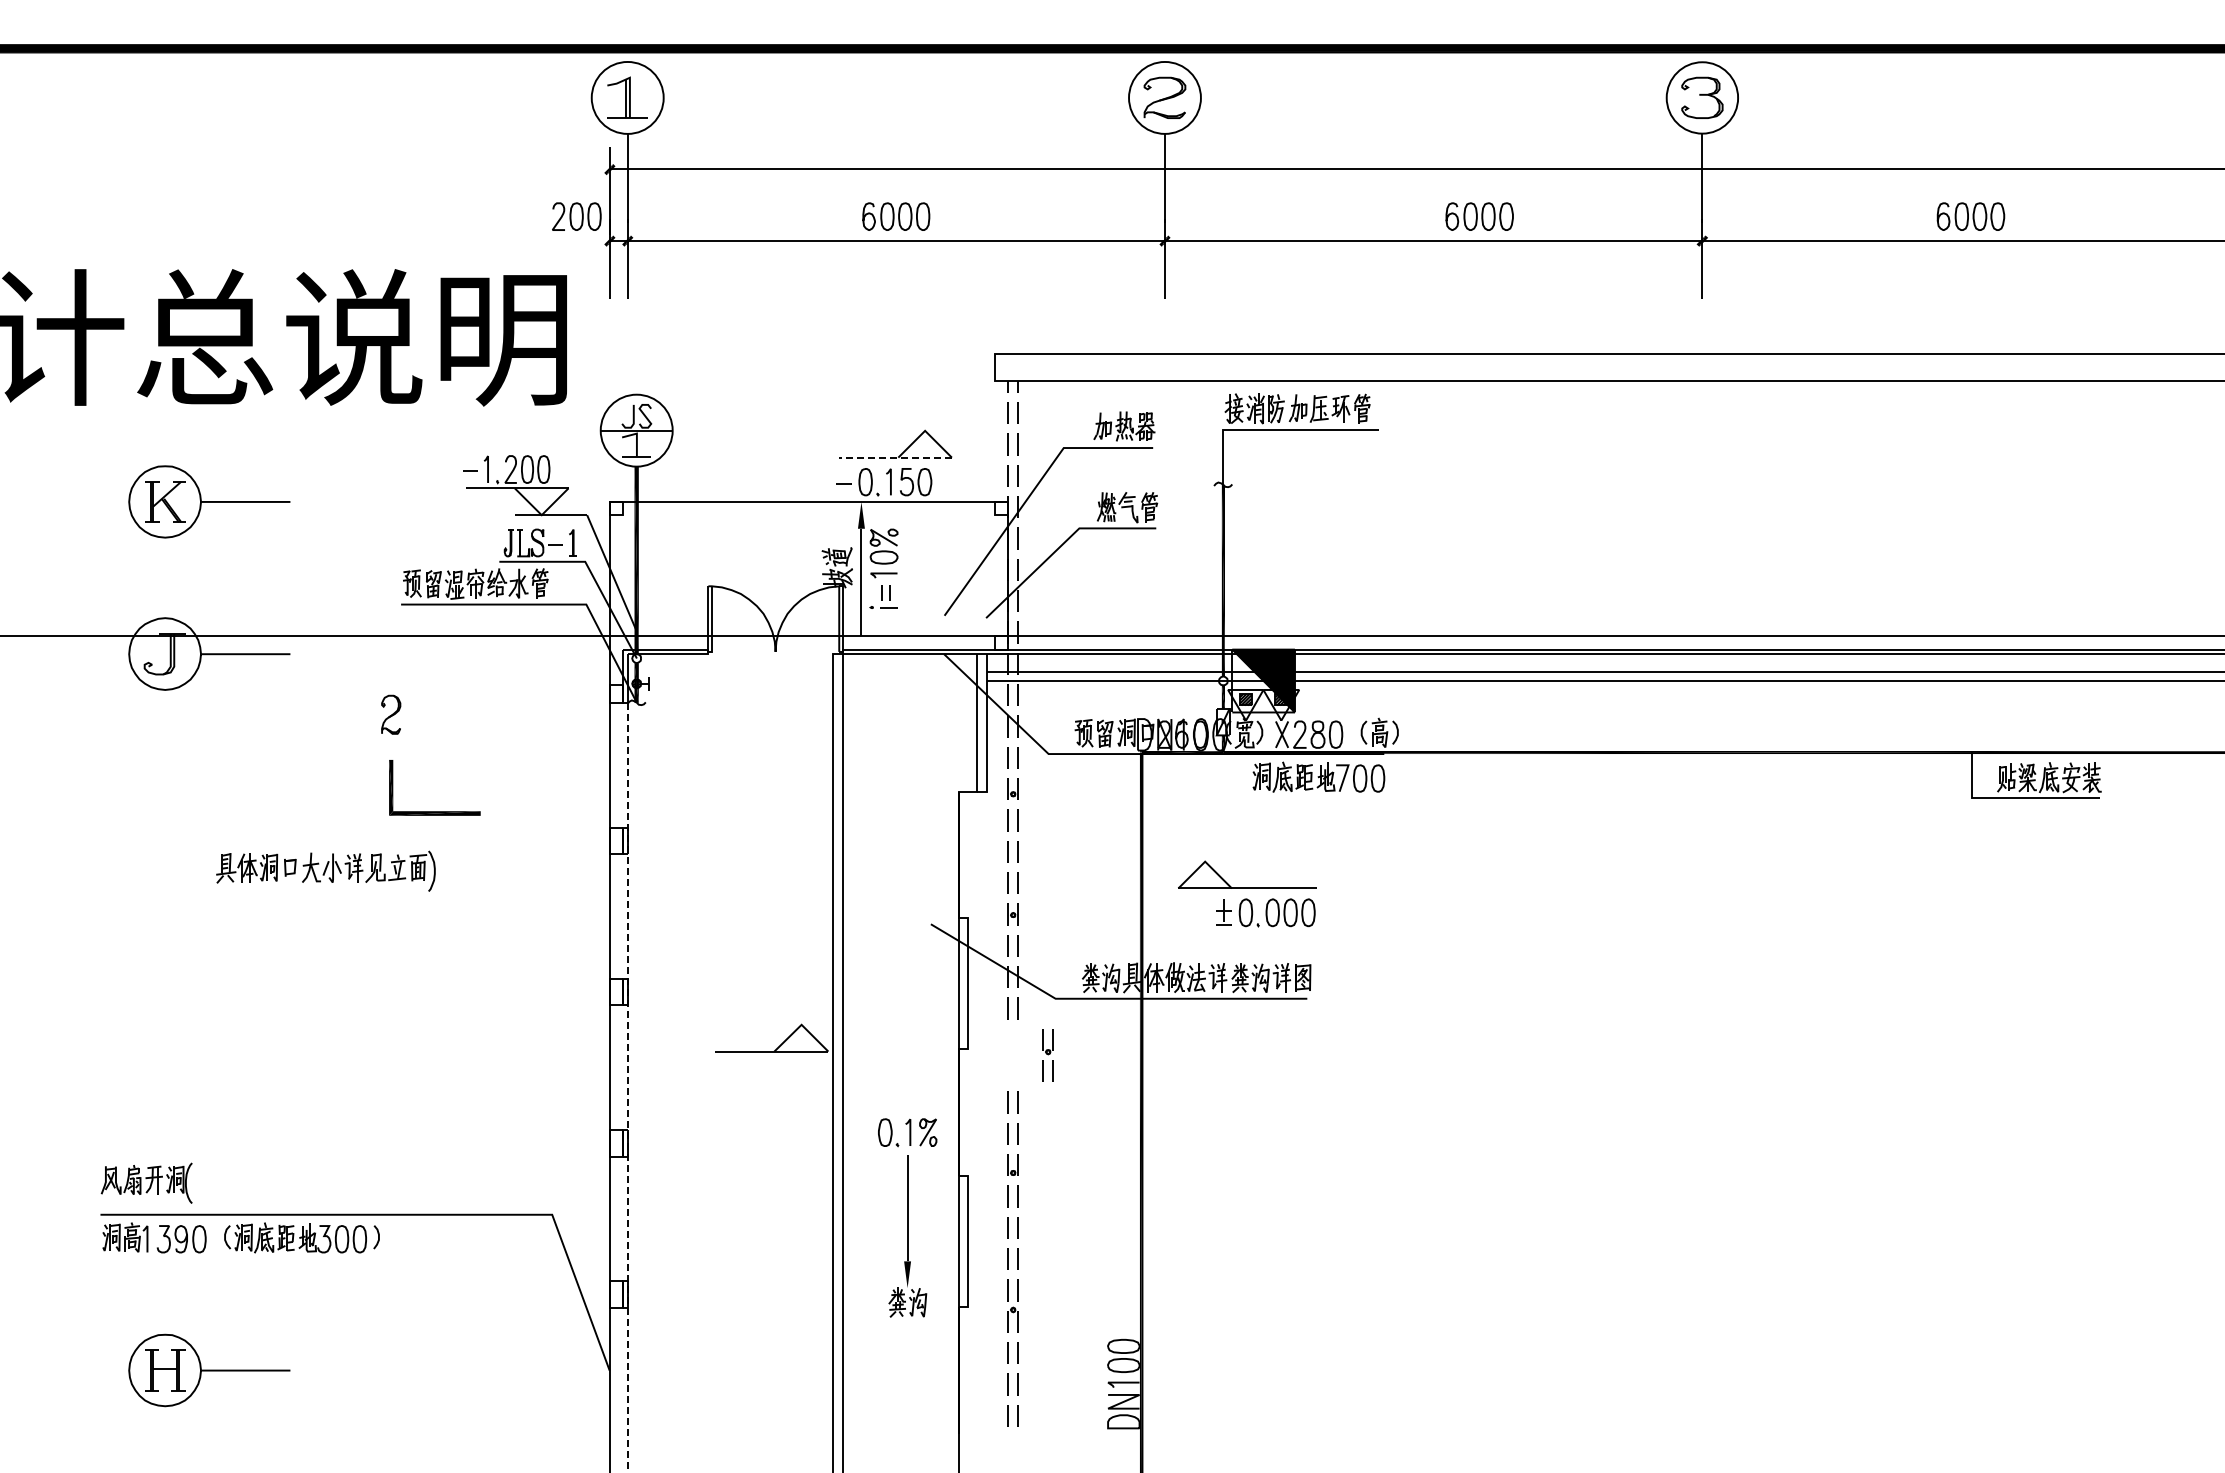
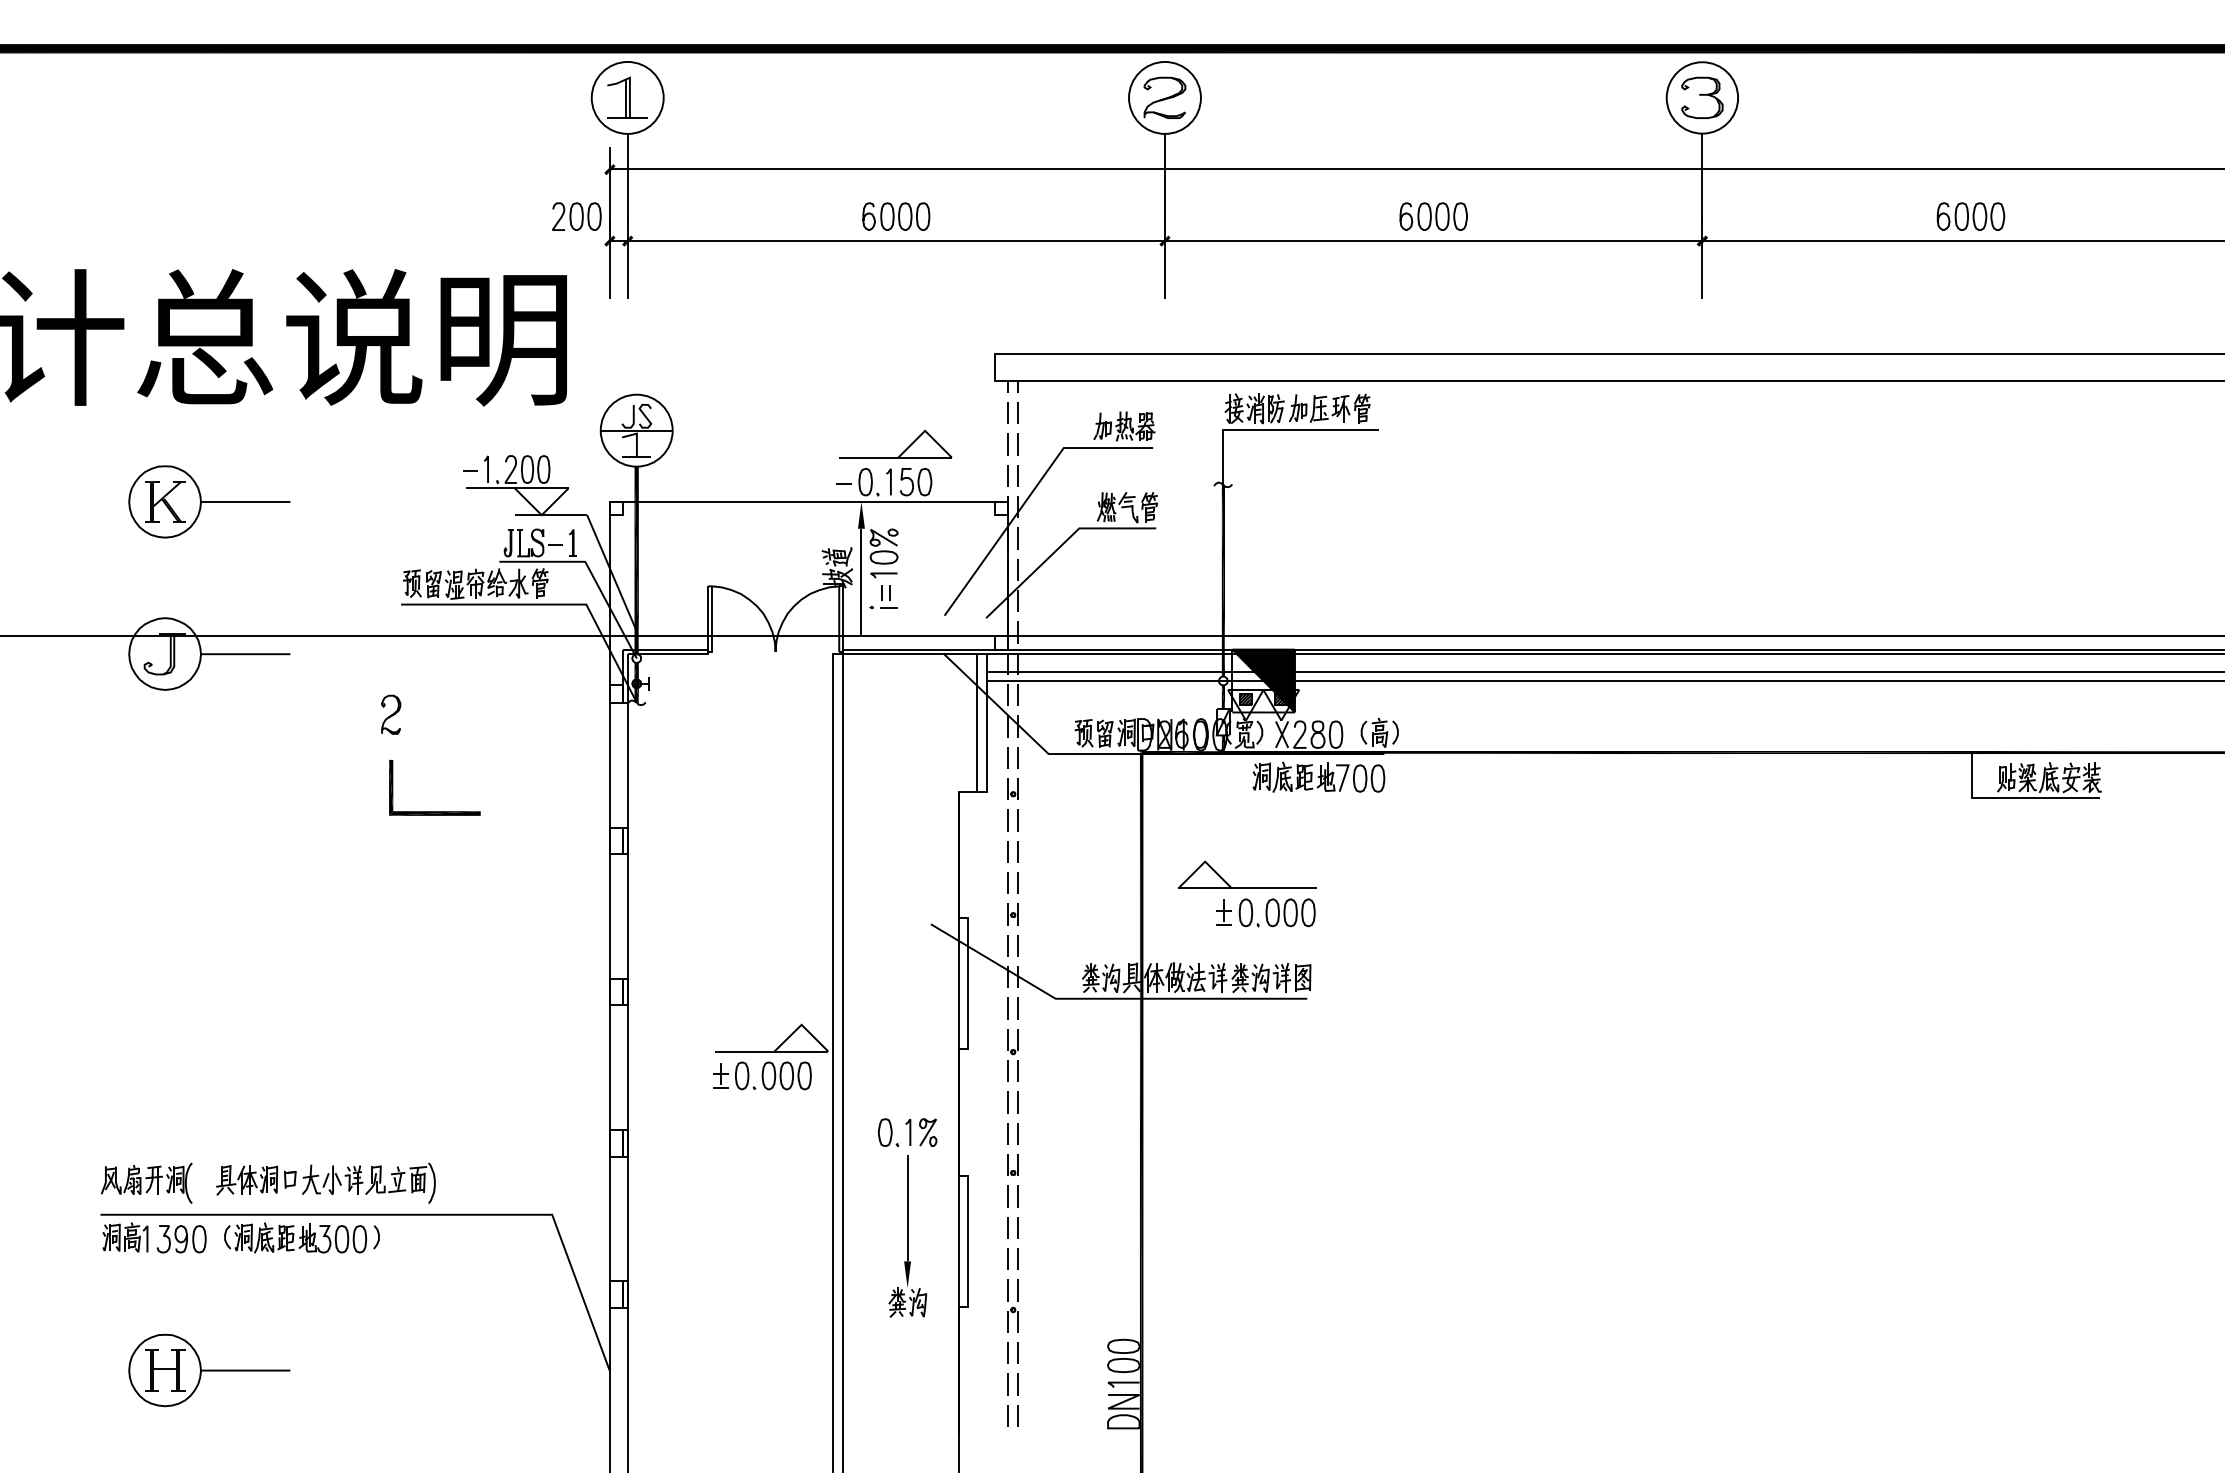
part at (1479, 216) position: (1479, 216) -> (1433, 216)
line at (895, 457): dashed -> solid
part at (325, 870) position: (325, 870) -> (325, 1182)
part at (1047, 1055) position: (1047, 1055) -> (1012, 1055)
part at (762, 1075): none -> present
line at (627, 1087): dashed -> solid
